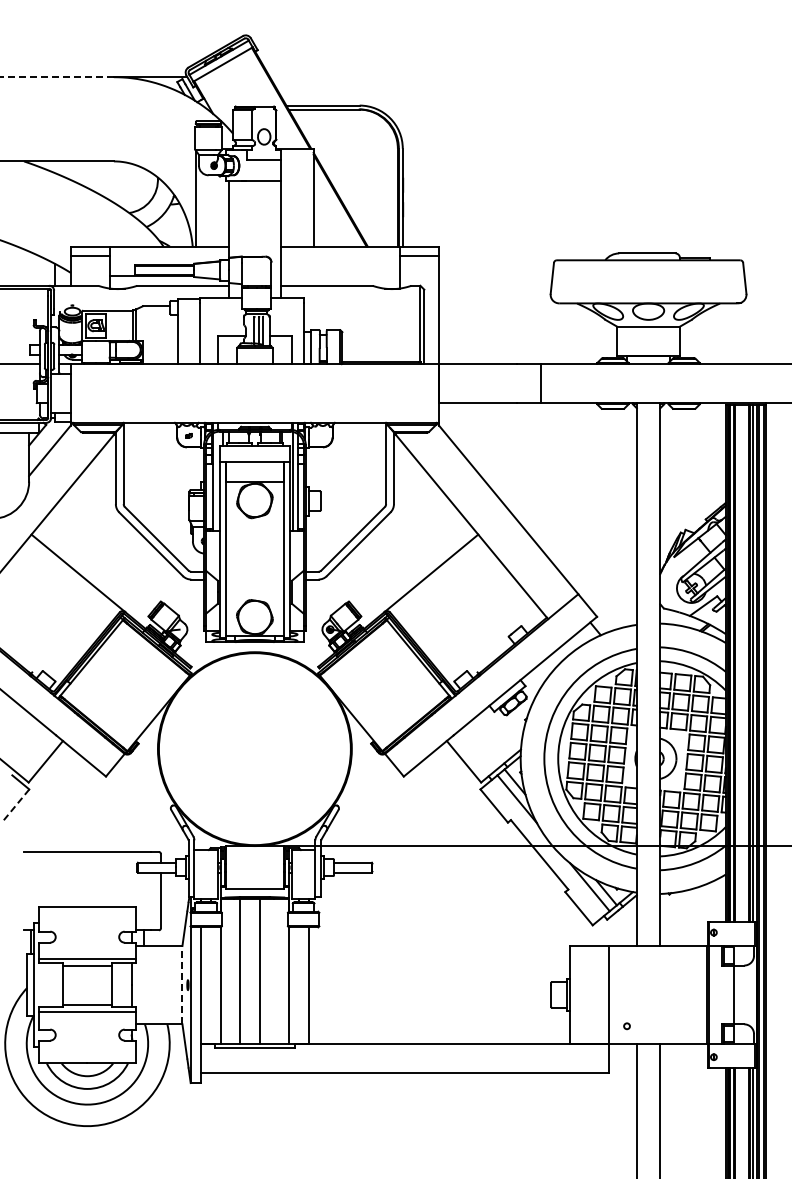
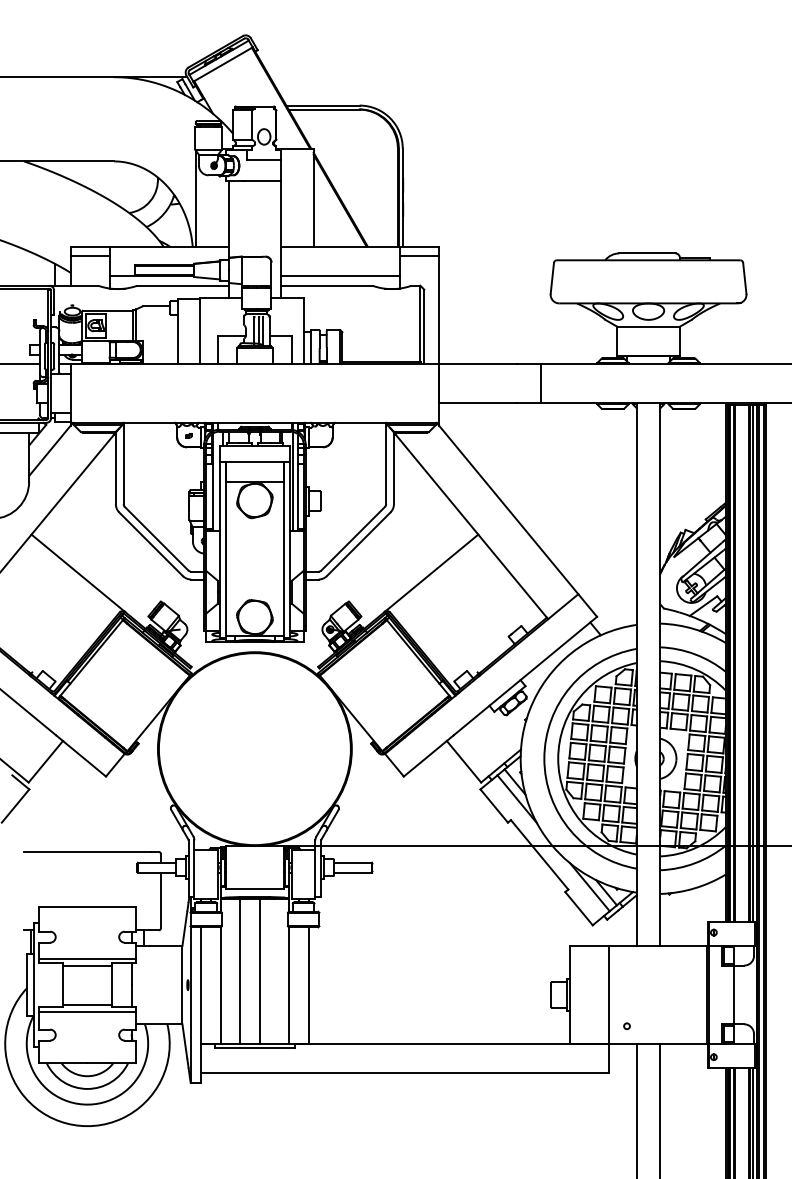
line at (57, 77): dashed -> solid
line at (339, 275): none -> present
line at (15, 806): dashed -> solid
line at (182, 984): dashed -> solid
